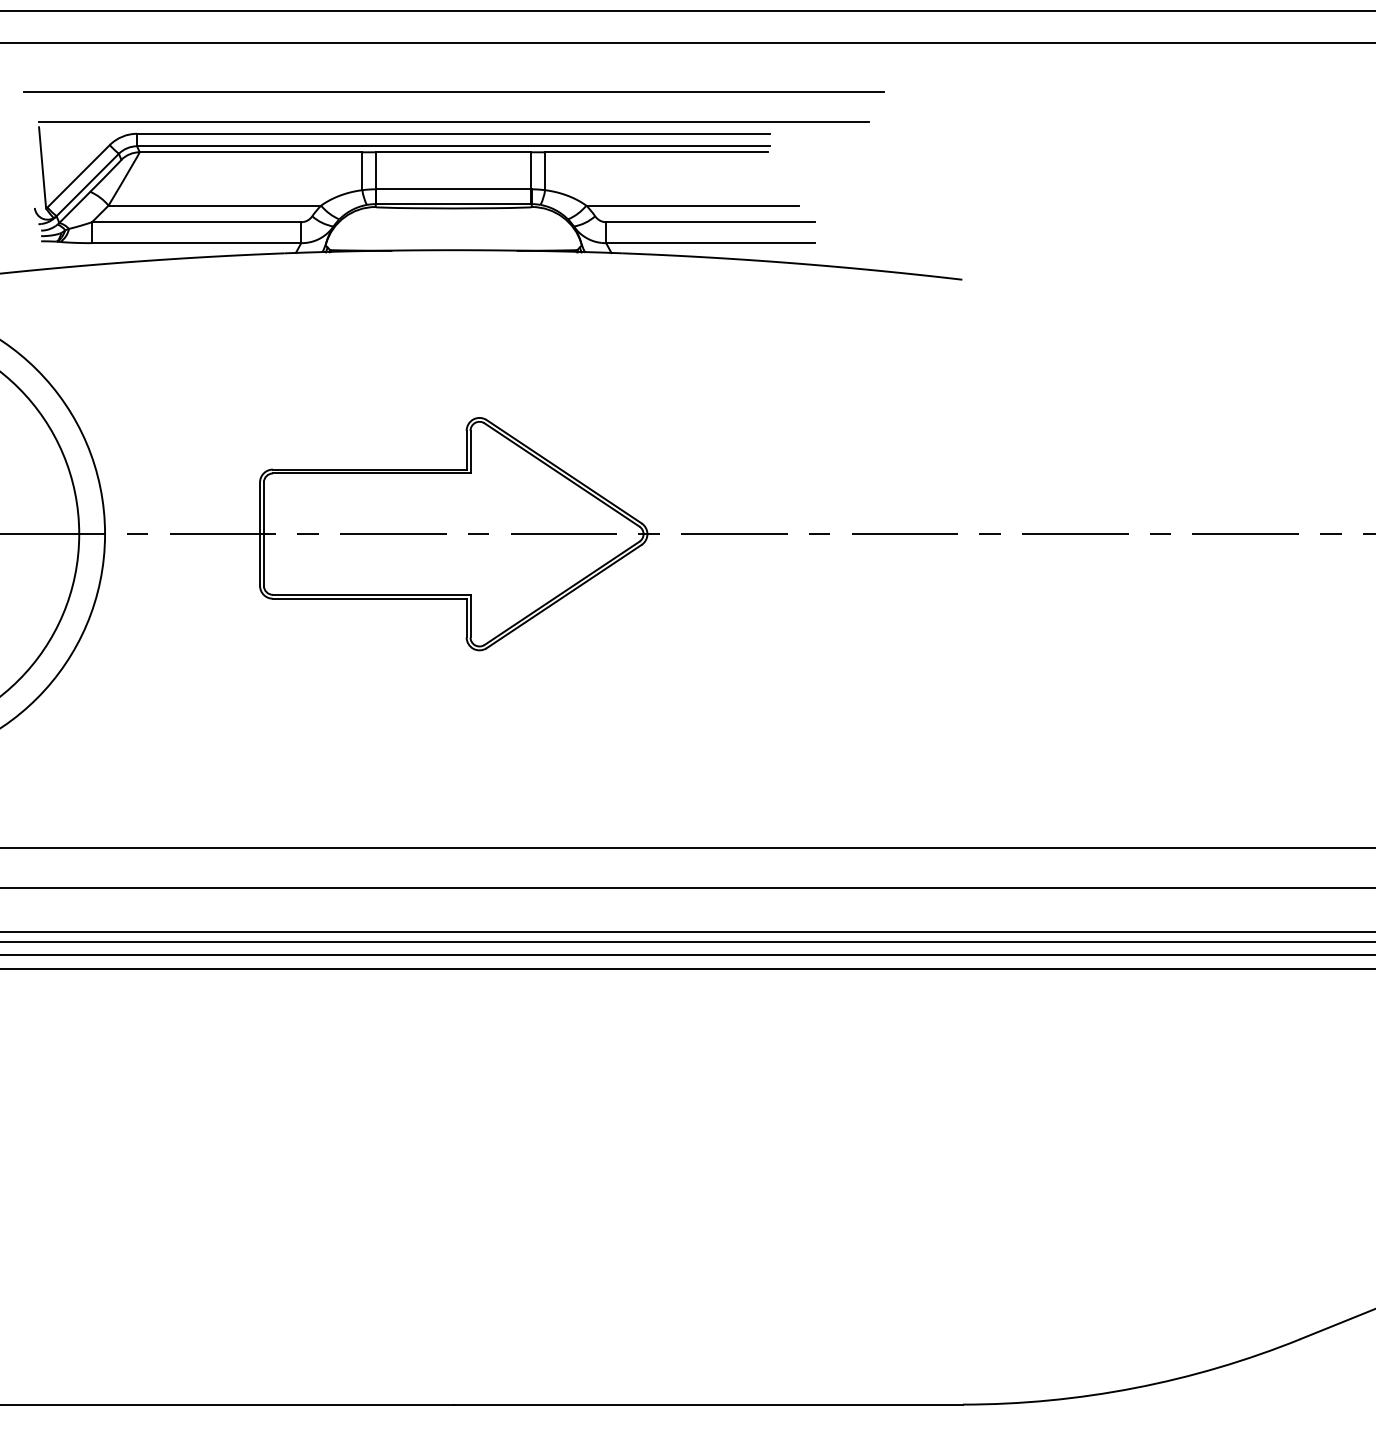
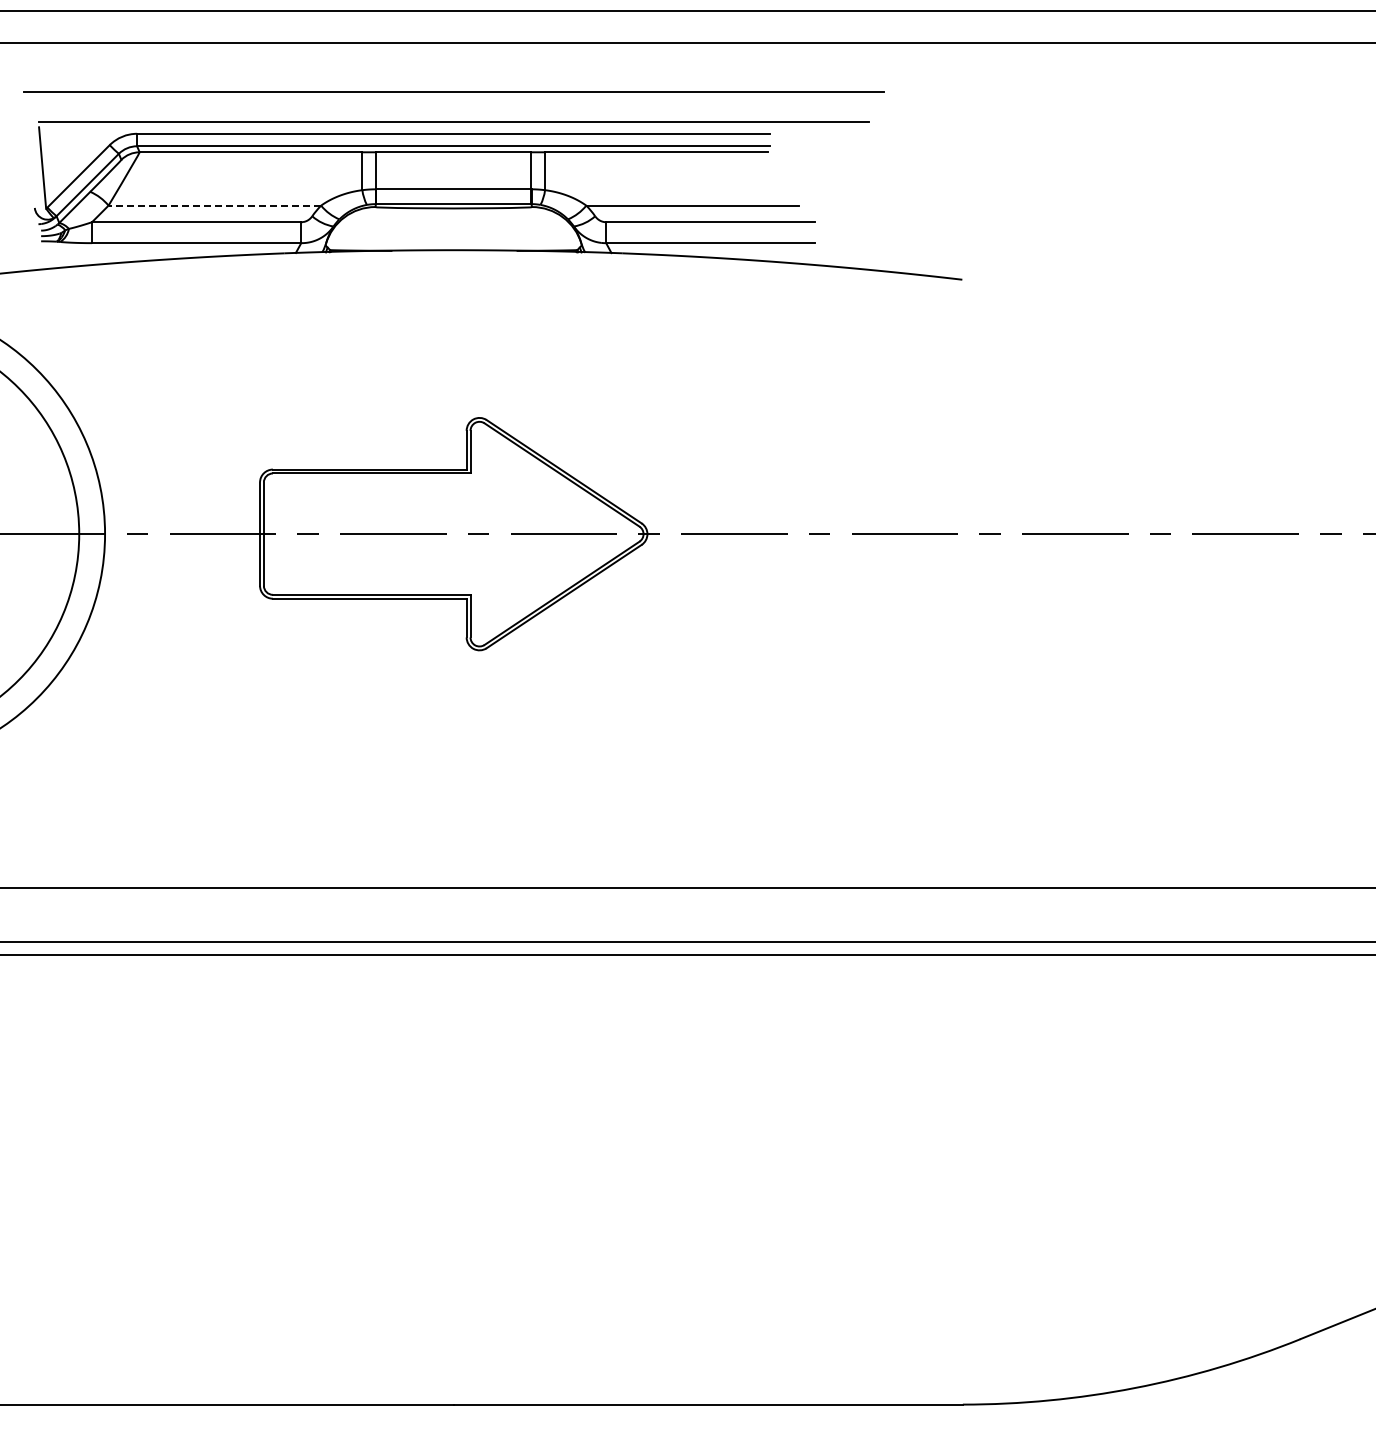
line at (214, 205): solid -> dashed
line at (687, 847): present -> none
line at (687, 931): present -> none
line at (687, 969): present -> none
